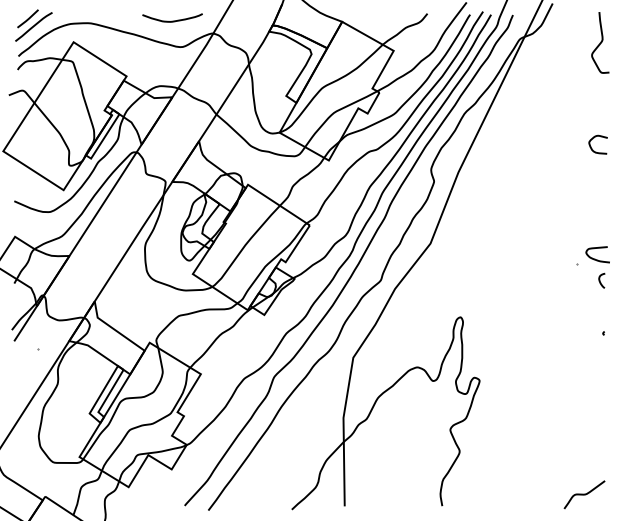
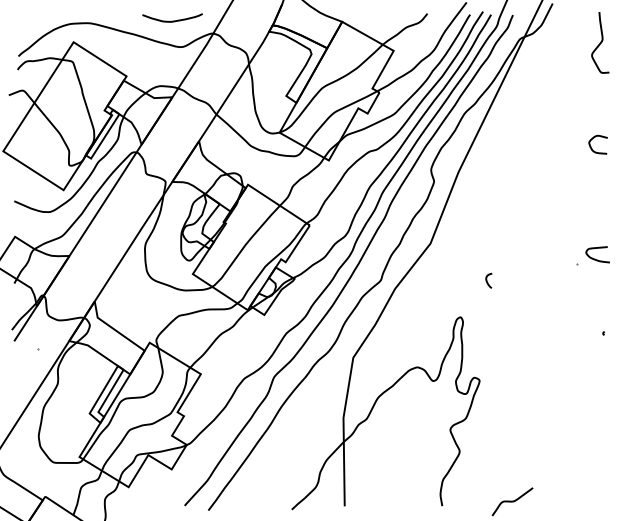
part at (33, 25): present -> none
curve at (600, 280) position: (600, 280) -> (487, 280)
curve at (584, 494) position: (584, 494) -> (512, 501)
